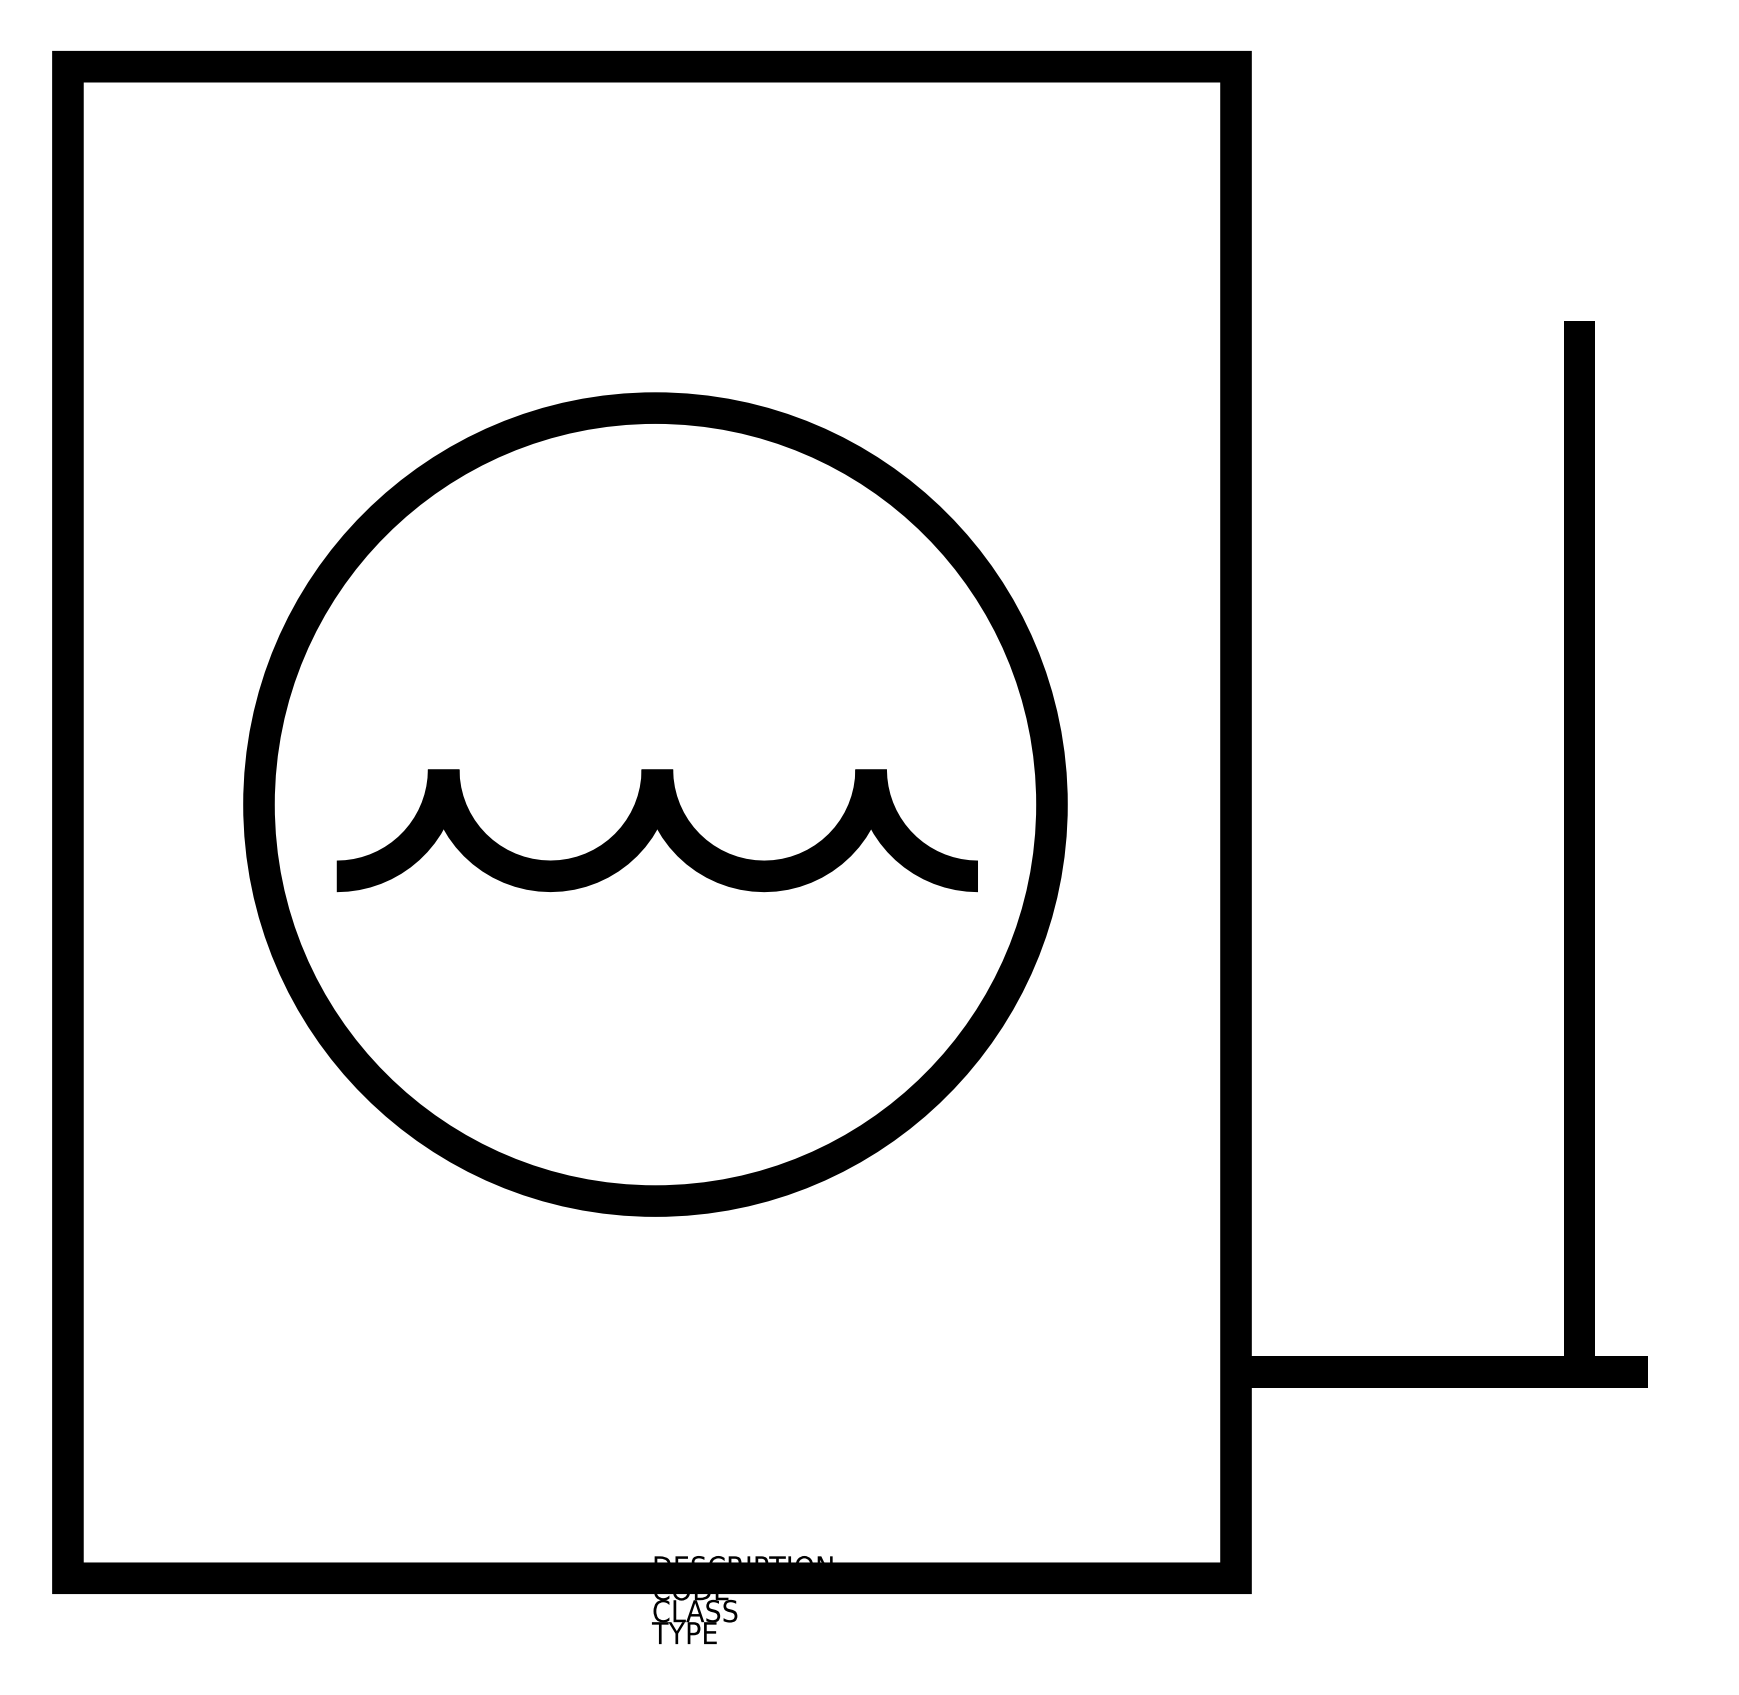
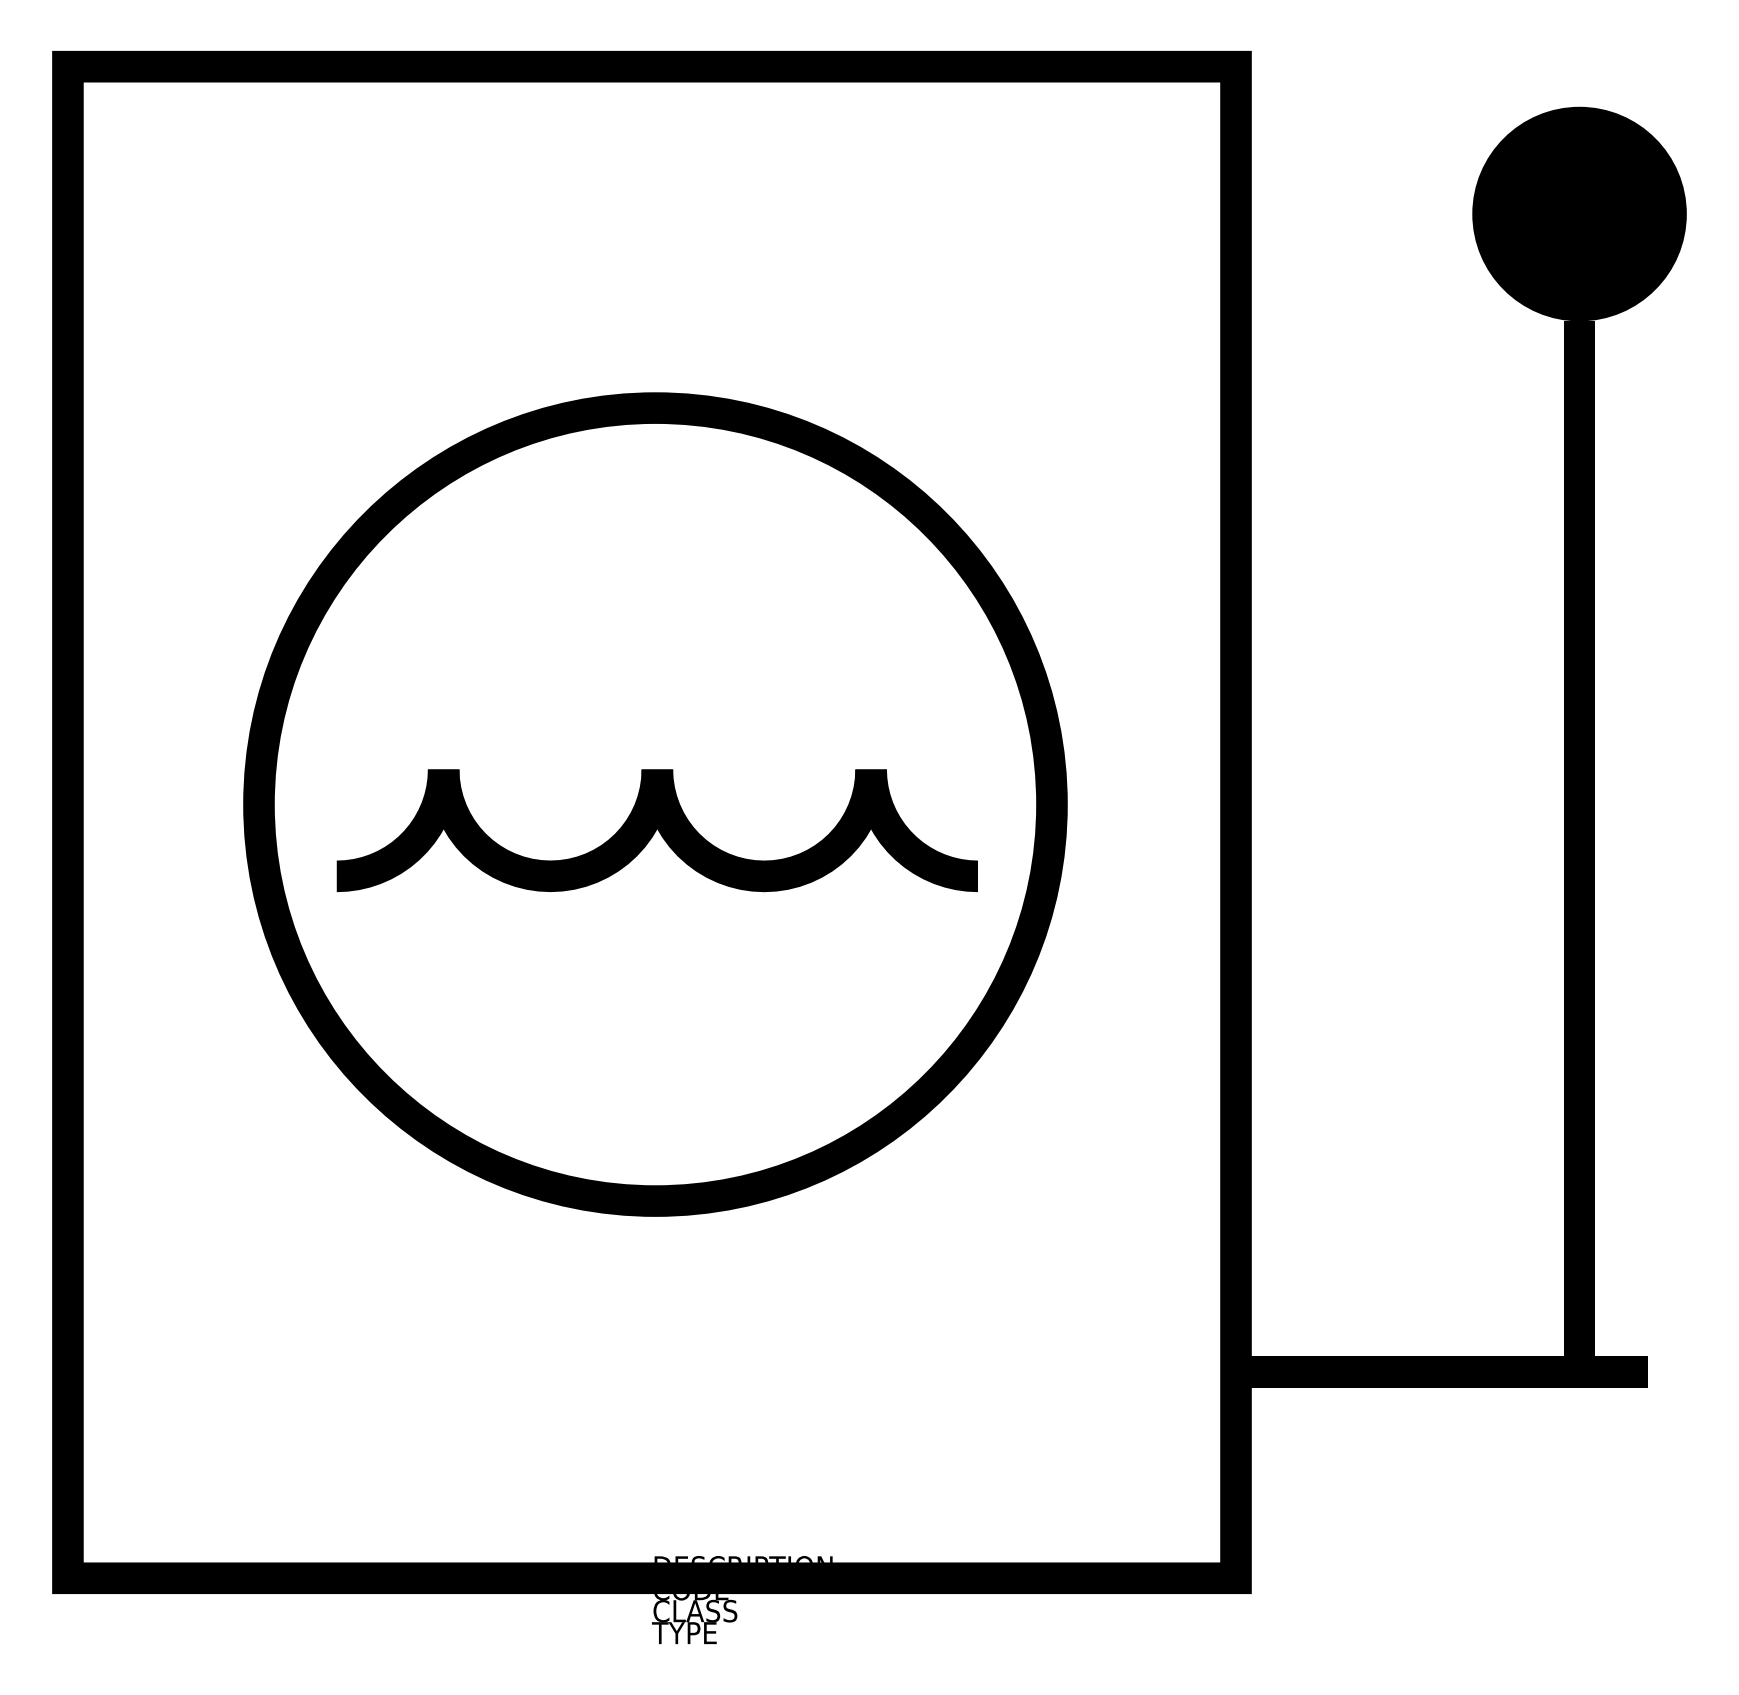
fill at (1579, 213): none -> present
